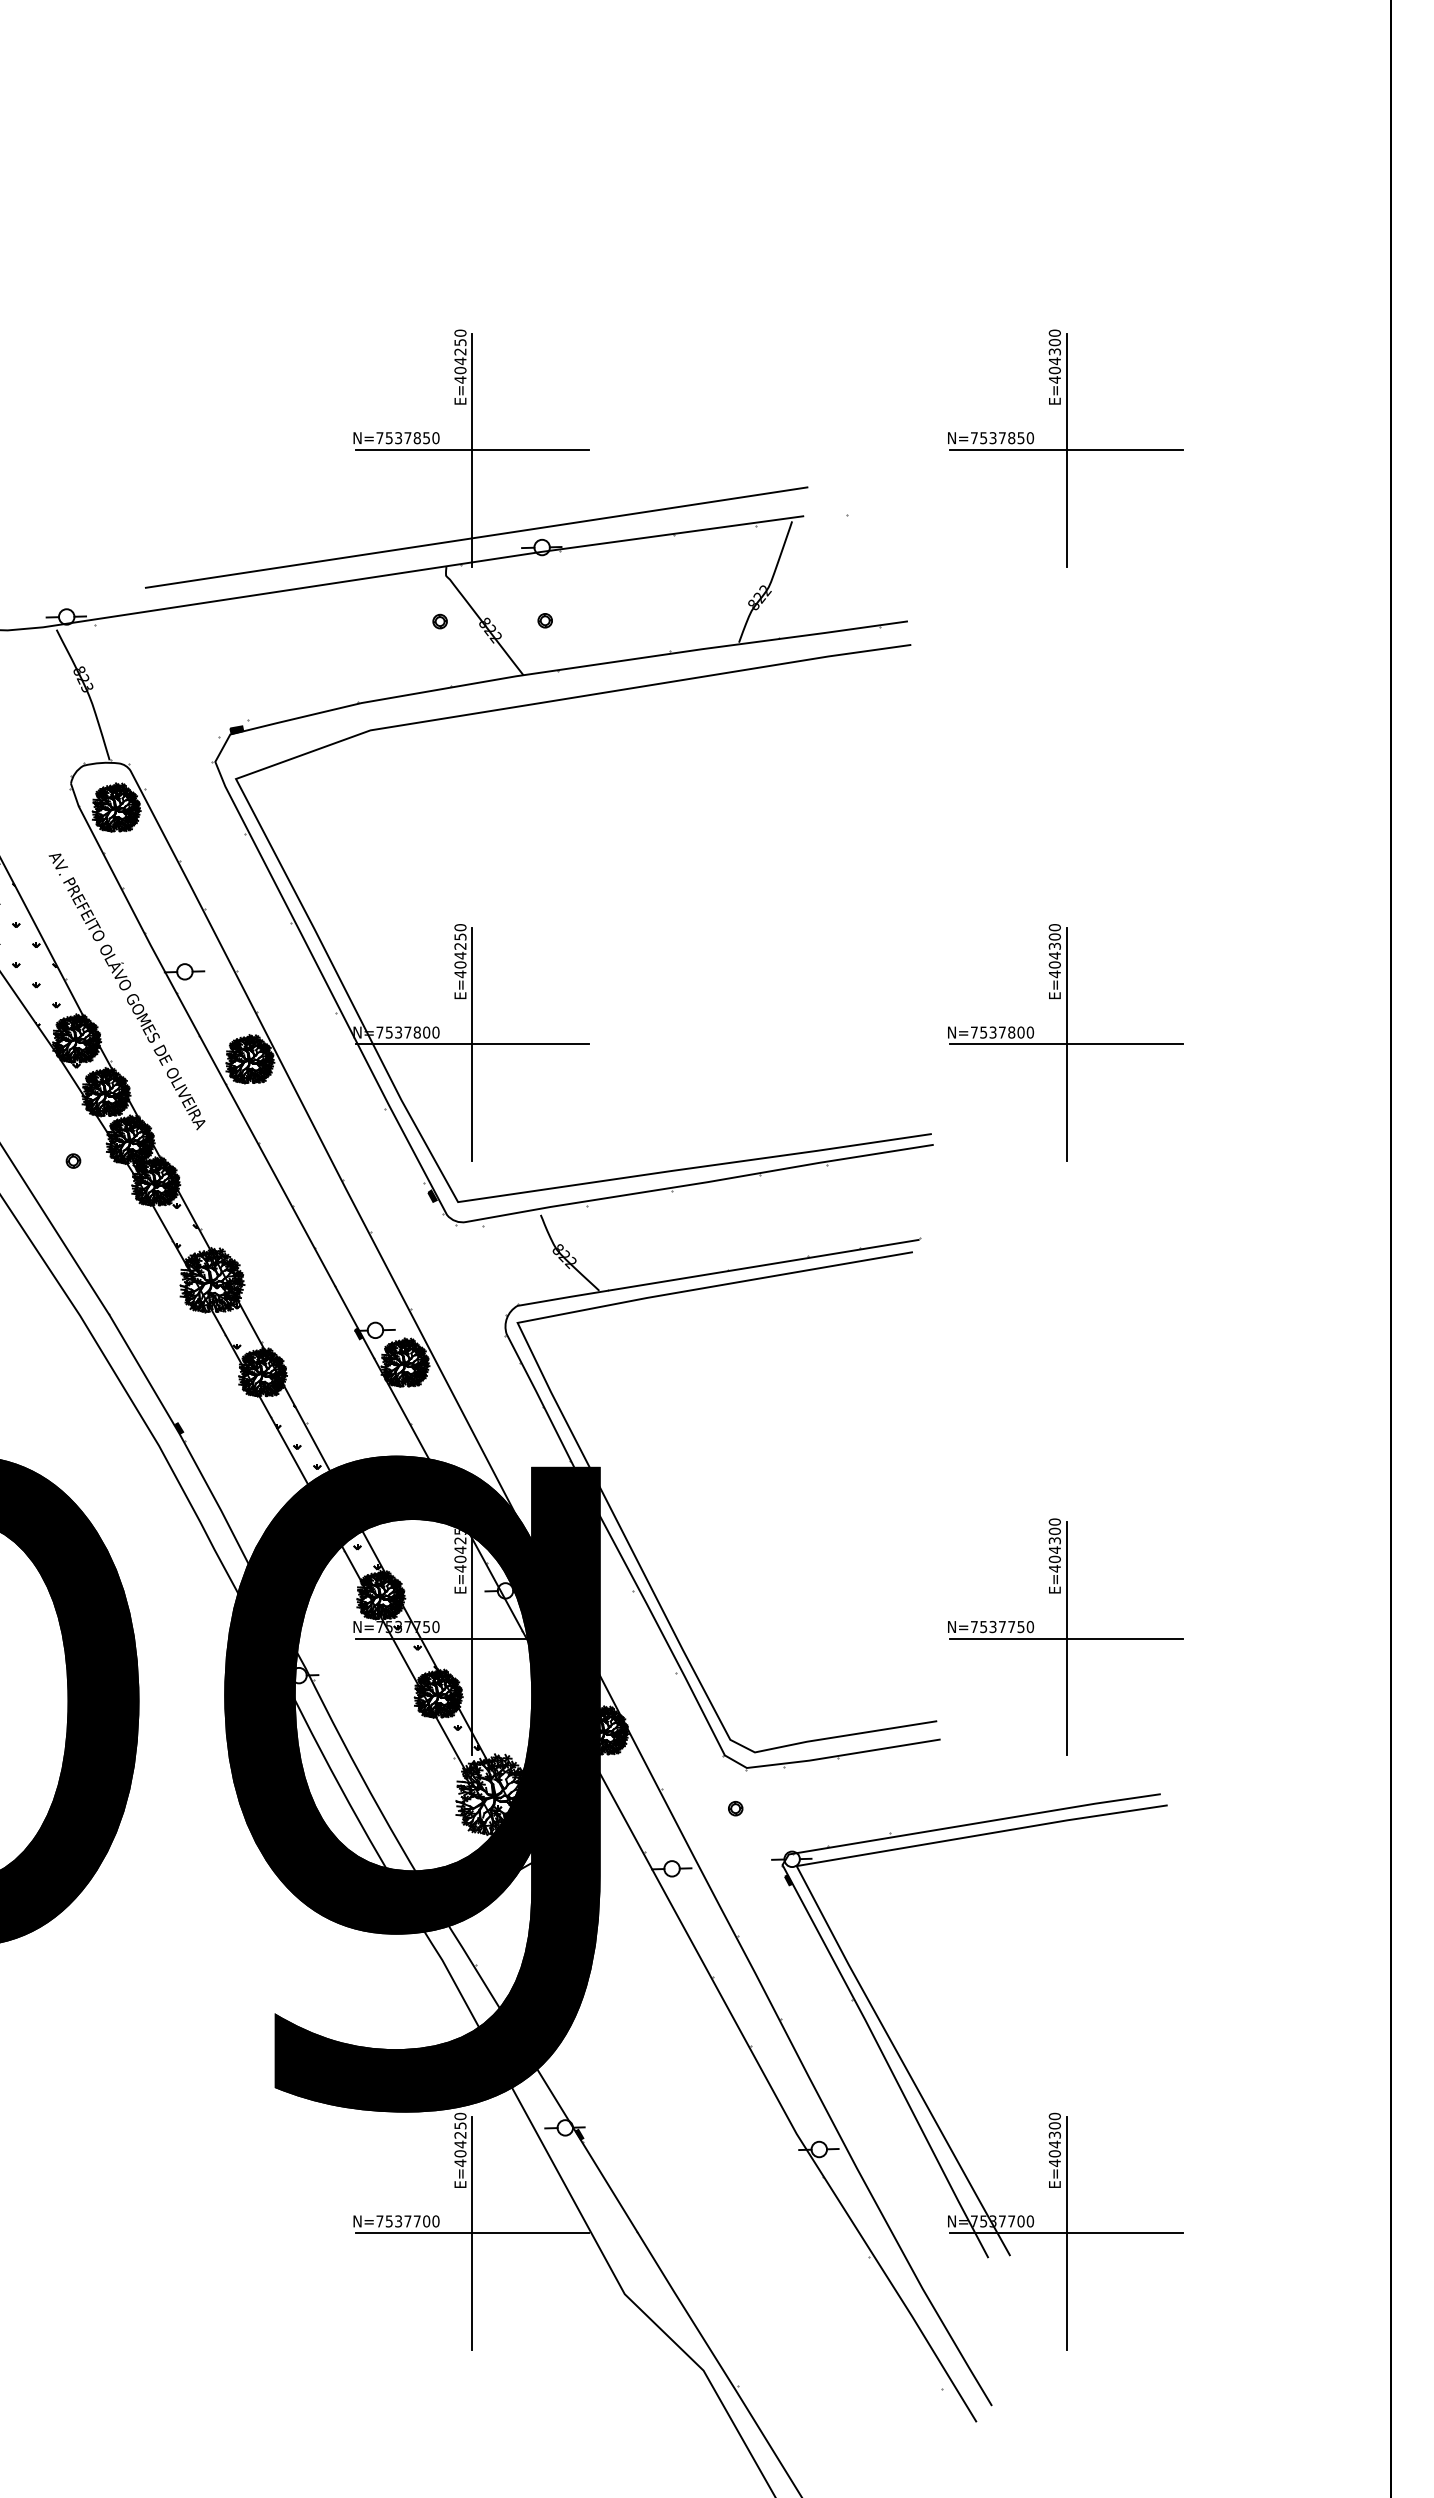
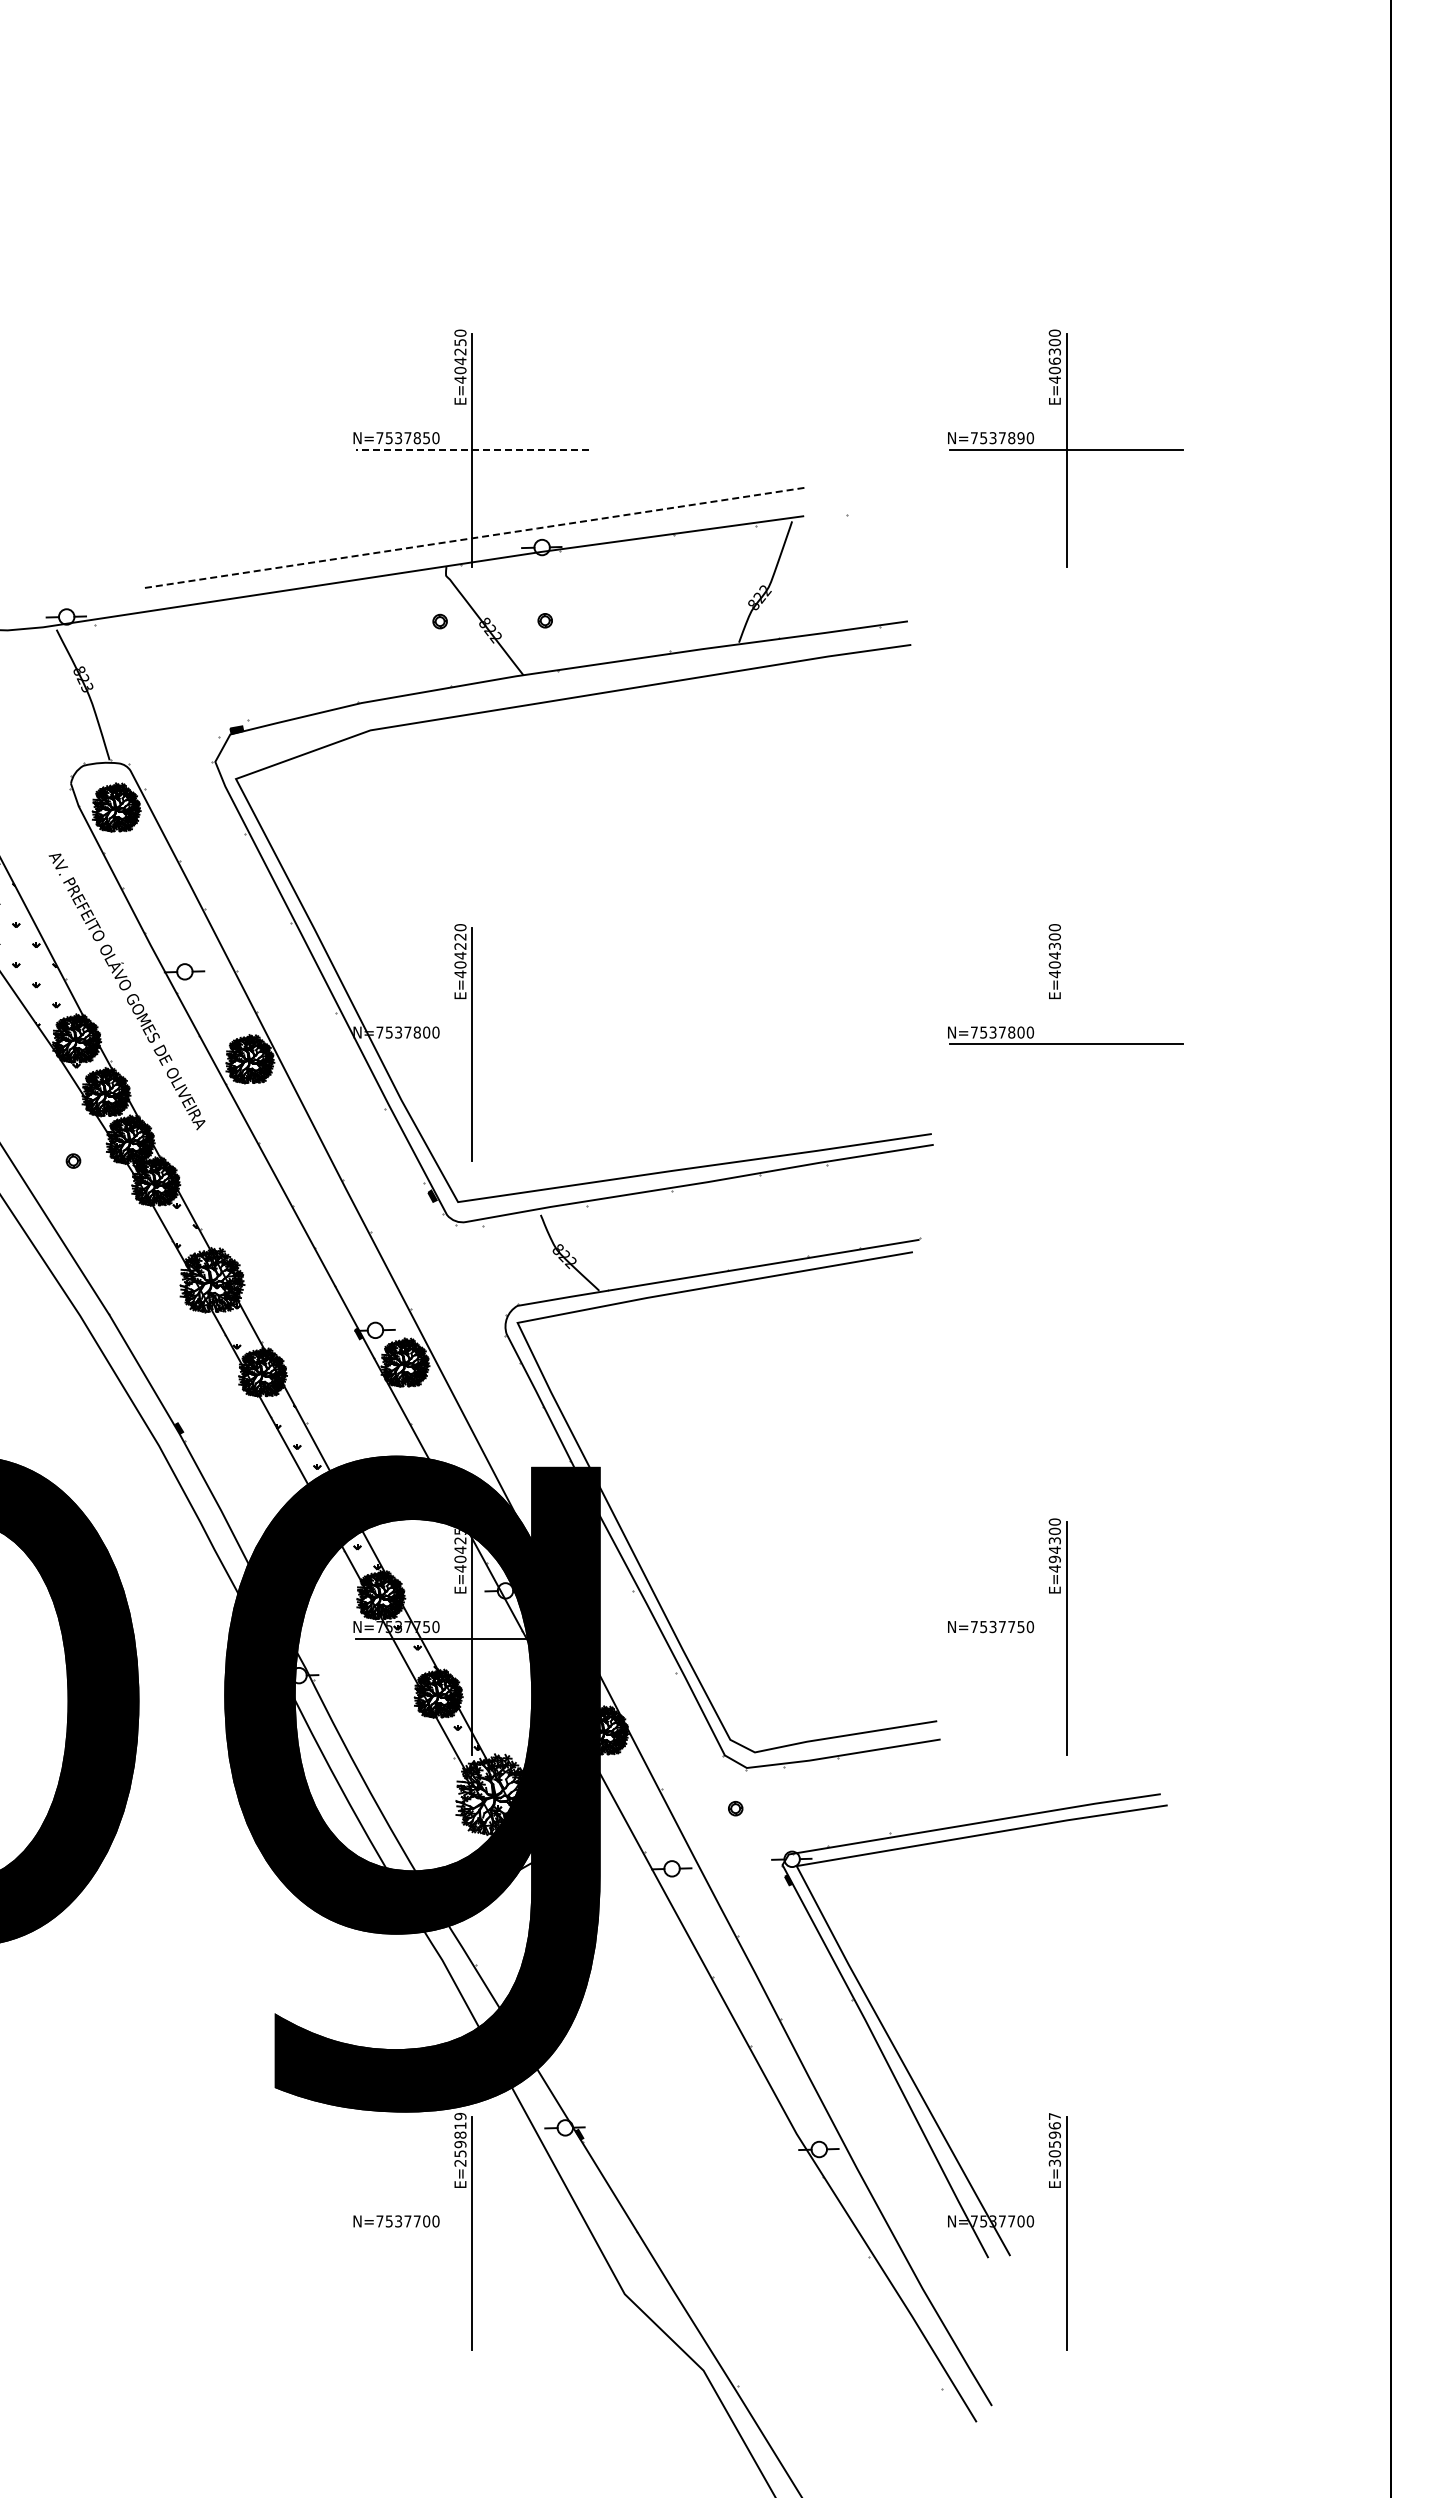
text at (1054, 361): E=404300 -> E=406300
text at (1020, 437): N=7537850 -> N=7537890
line at (472, 450): solid -> dashed
line at (477, 537): solid -> dashed
text at (460, 936): E=404250 -> E=404220
line at (1066, 1043): present -> none
line at (471, 1044): present -> none
text at (1054, 1559): E=404300 -> E=494300
line at (1066, 1638): present -> none
text at (1054, 2139): E=404300 -> E=305967
text at (460, 2140): E=404250 -> E=259819
line at (471, 2233): present -> none
line at (1066, 2233): present -> none
